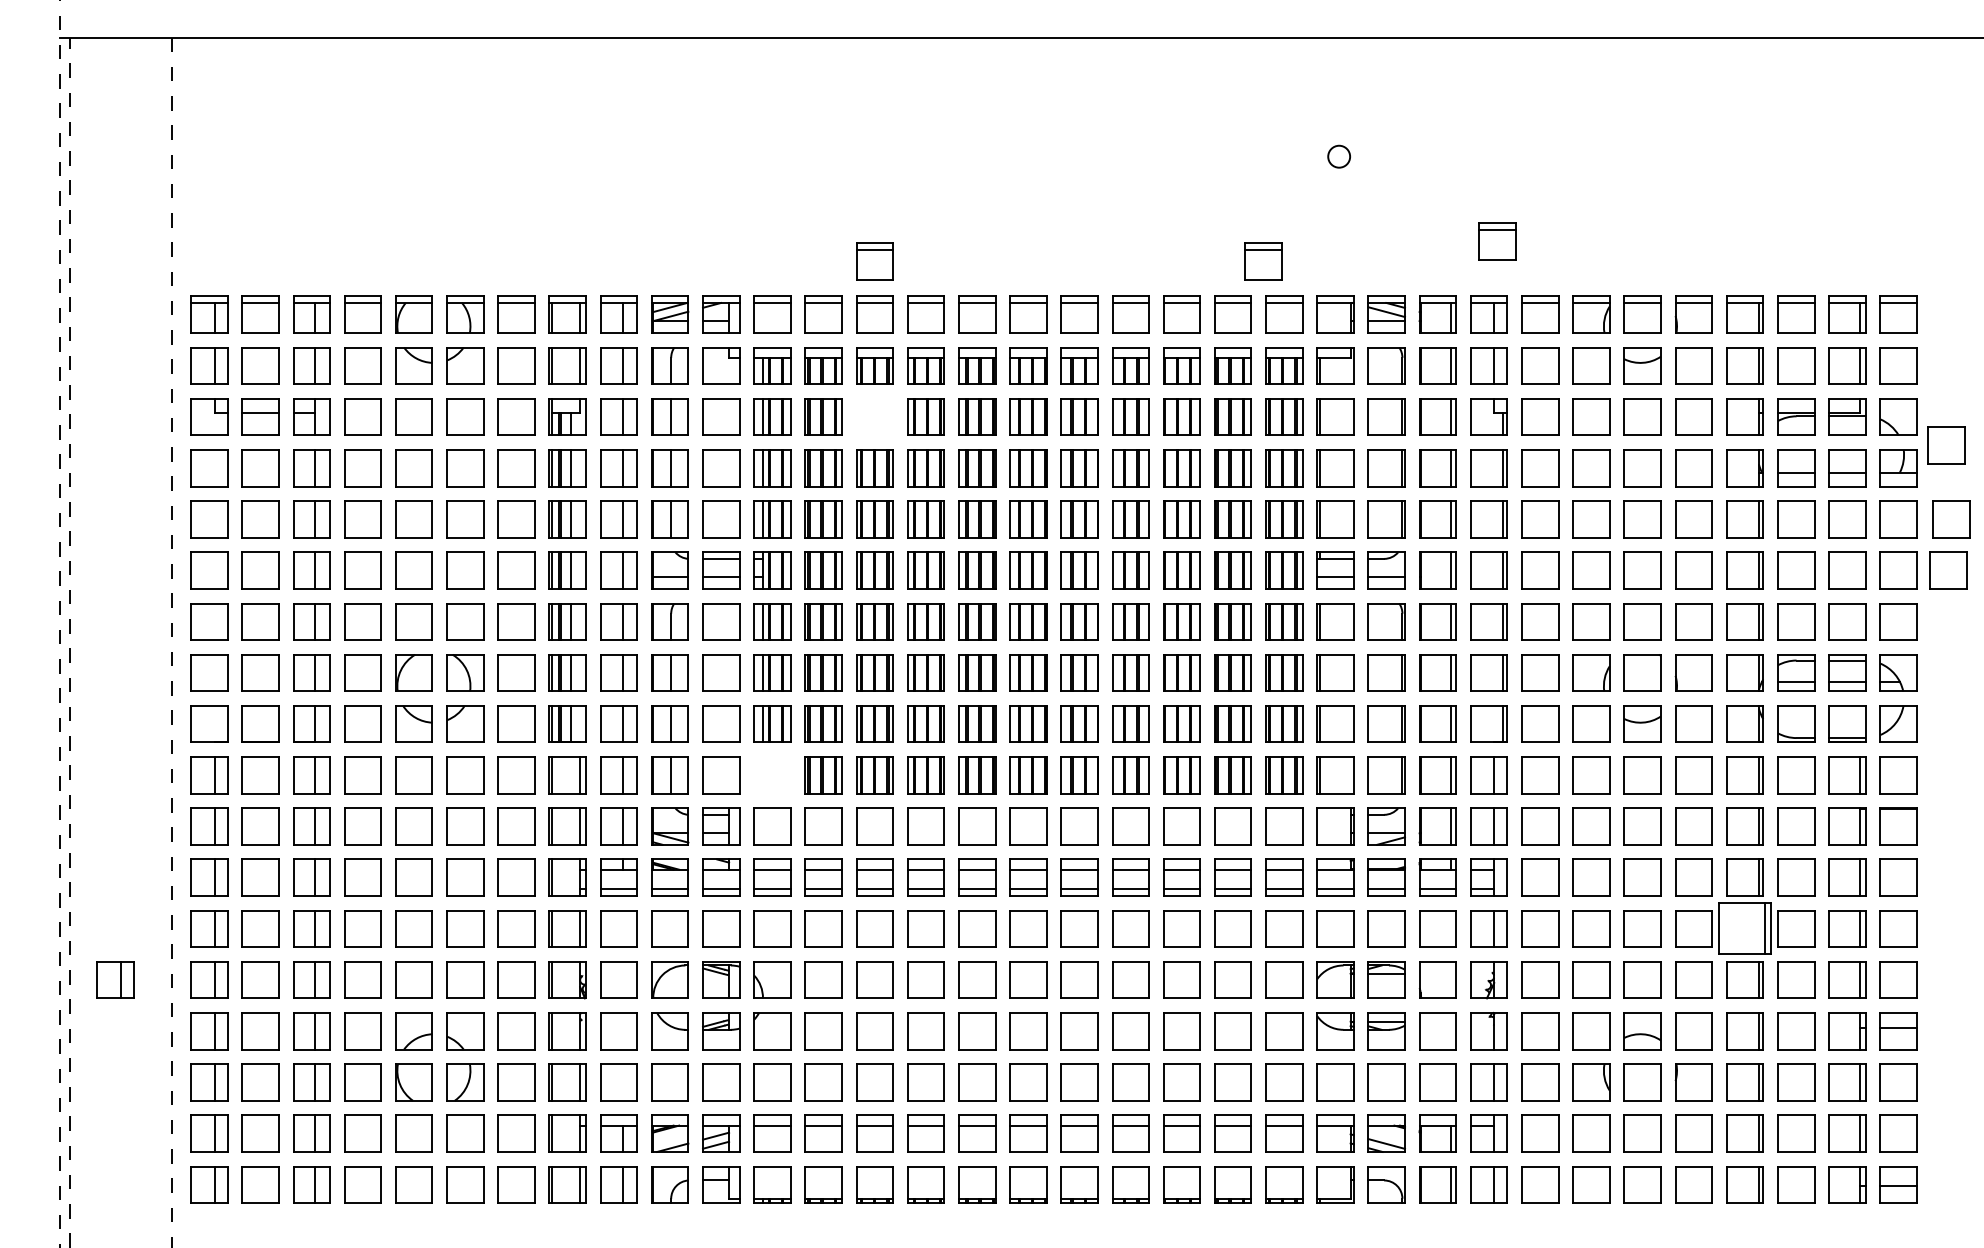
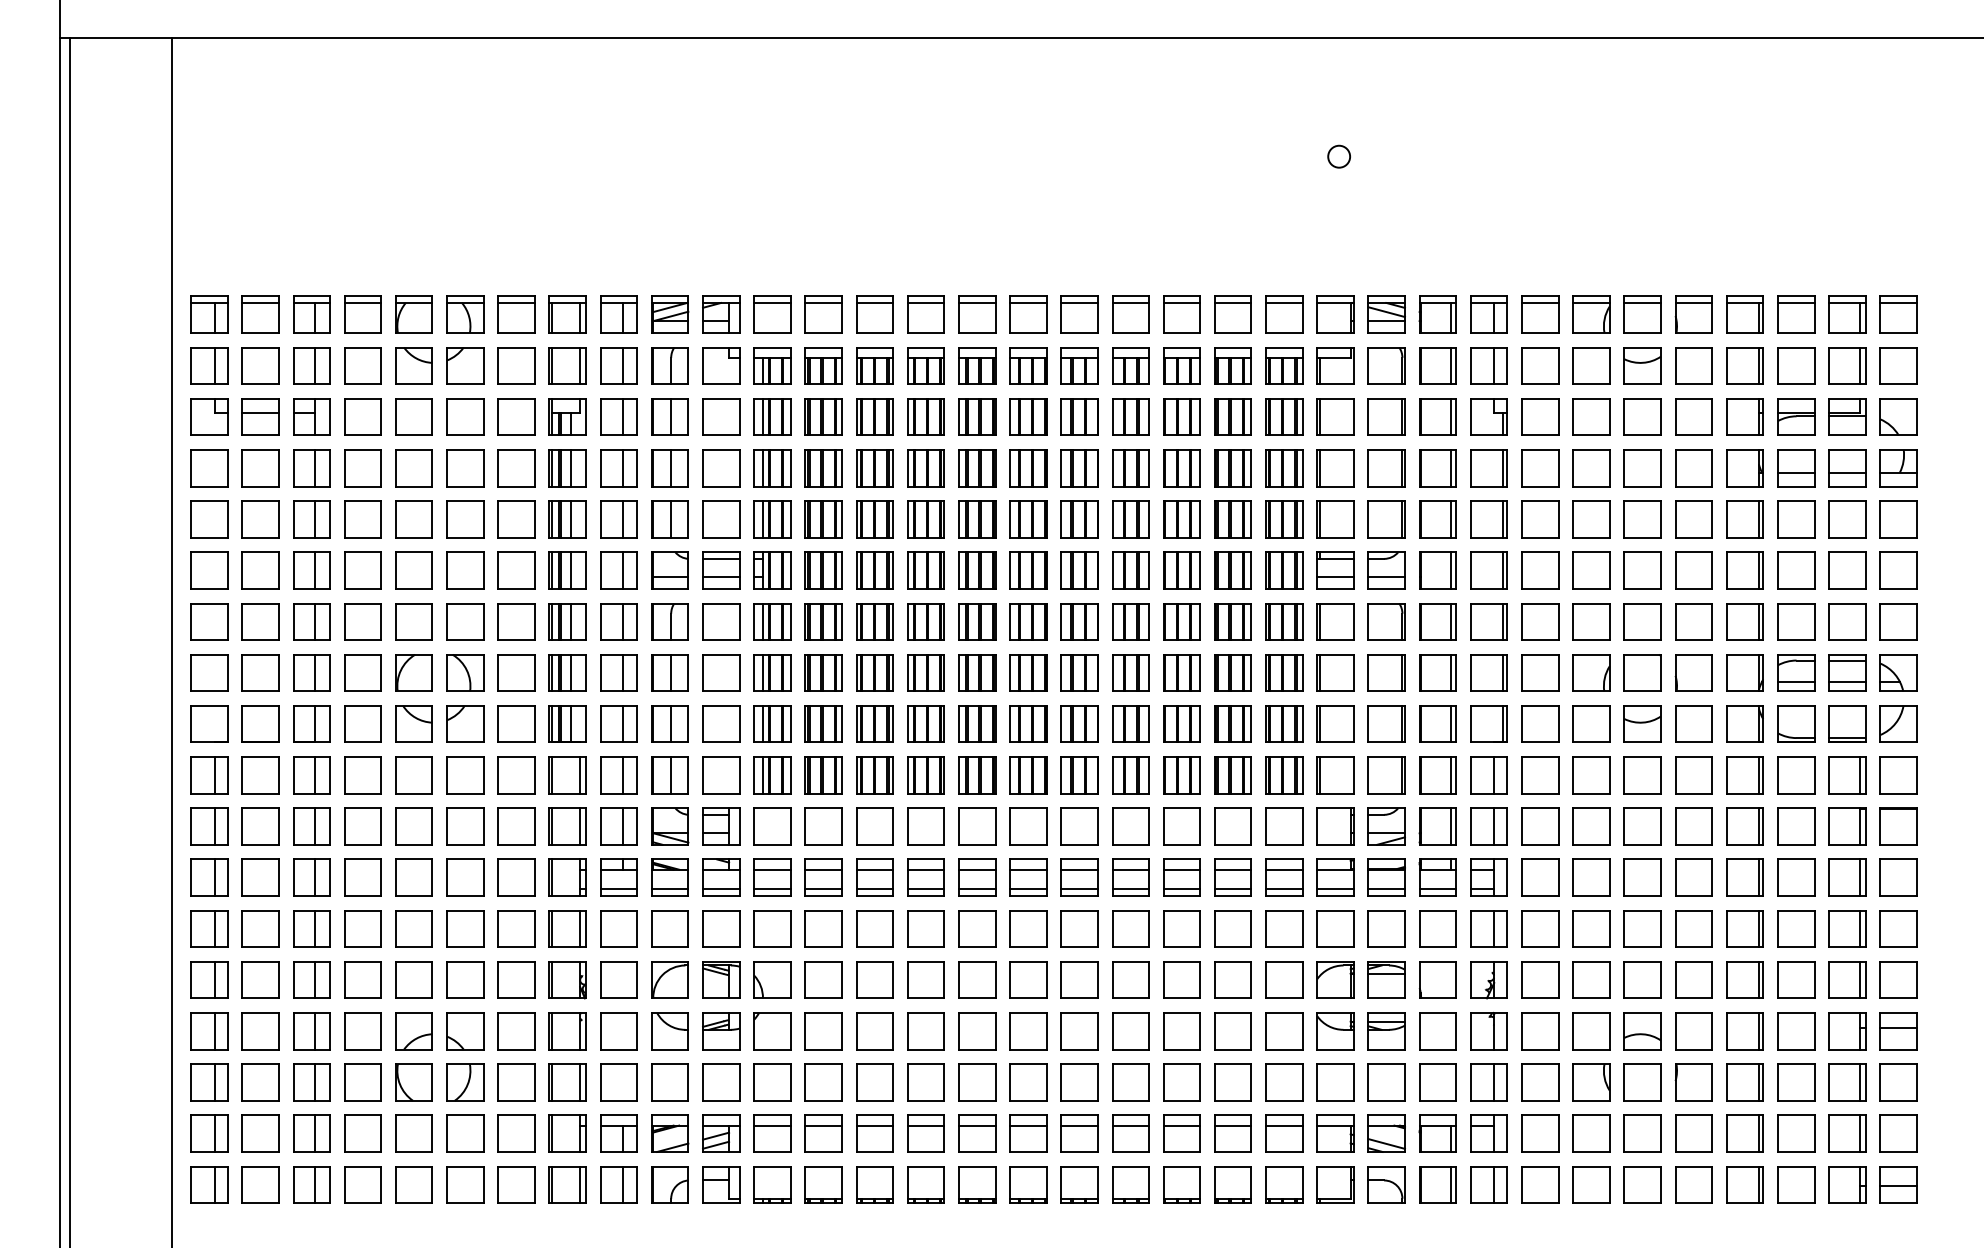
part at (1497, 241): present -> none
part at (874, 261): present -> none
part at (1263, 261): present -> none
part at (874, 416): none -> present
part at (1946, 445): present -> none
part at (1951, 519): present -> none
part at (1948, 570): present -> none
line at (59, 623): dashed -> solid
line at (69, 642): dashed -> solid
line at (172, 643): dashed -> solid
part at (772, 775): none -> present
part at (1744, 928) size: 54x53 px -> 38x38 px
part at (115, 979): present -> none
